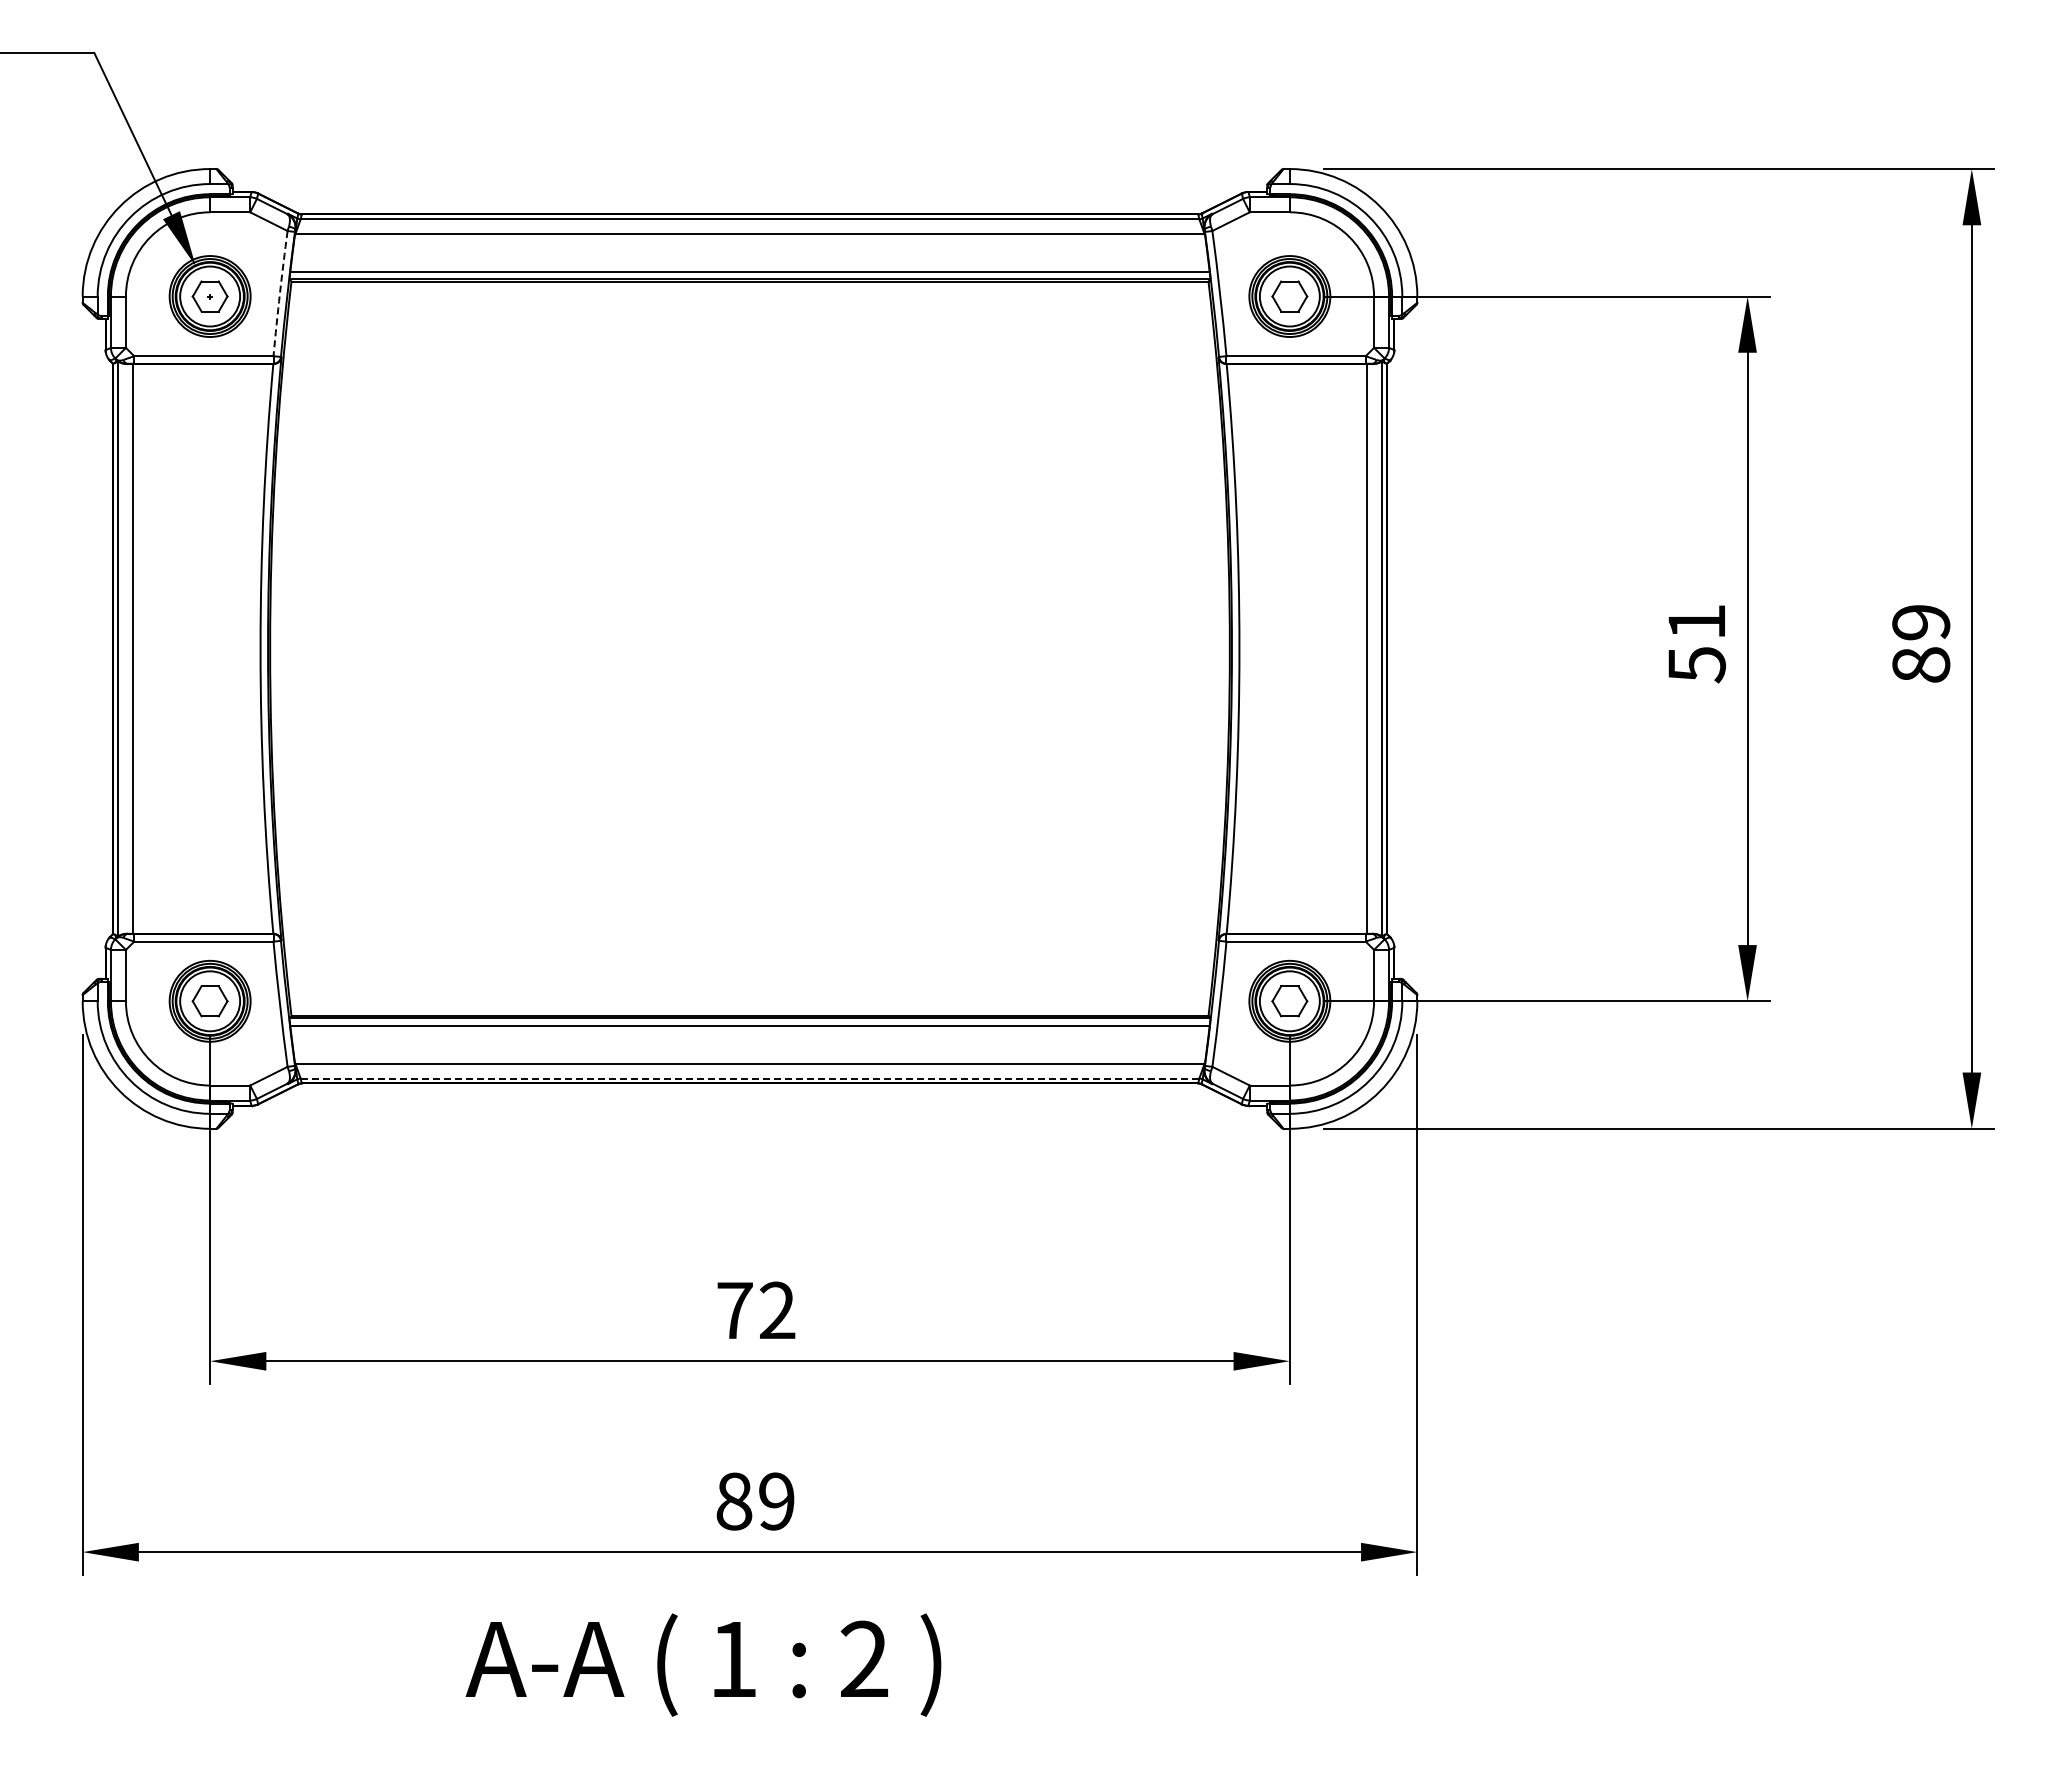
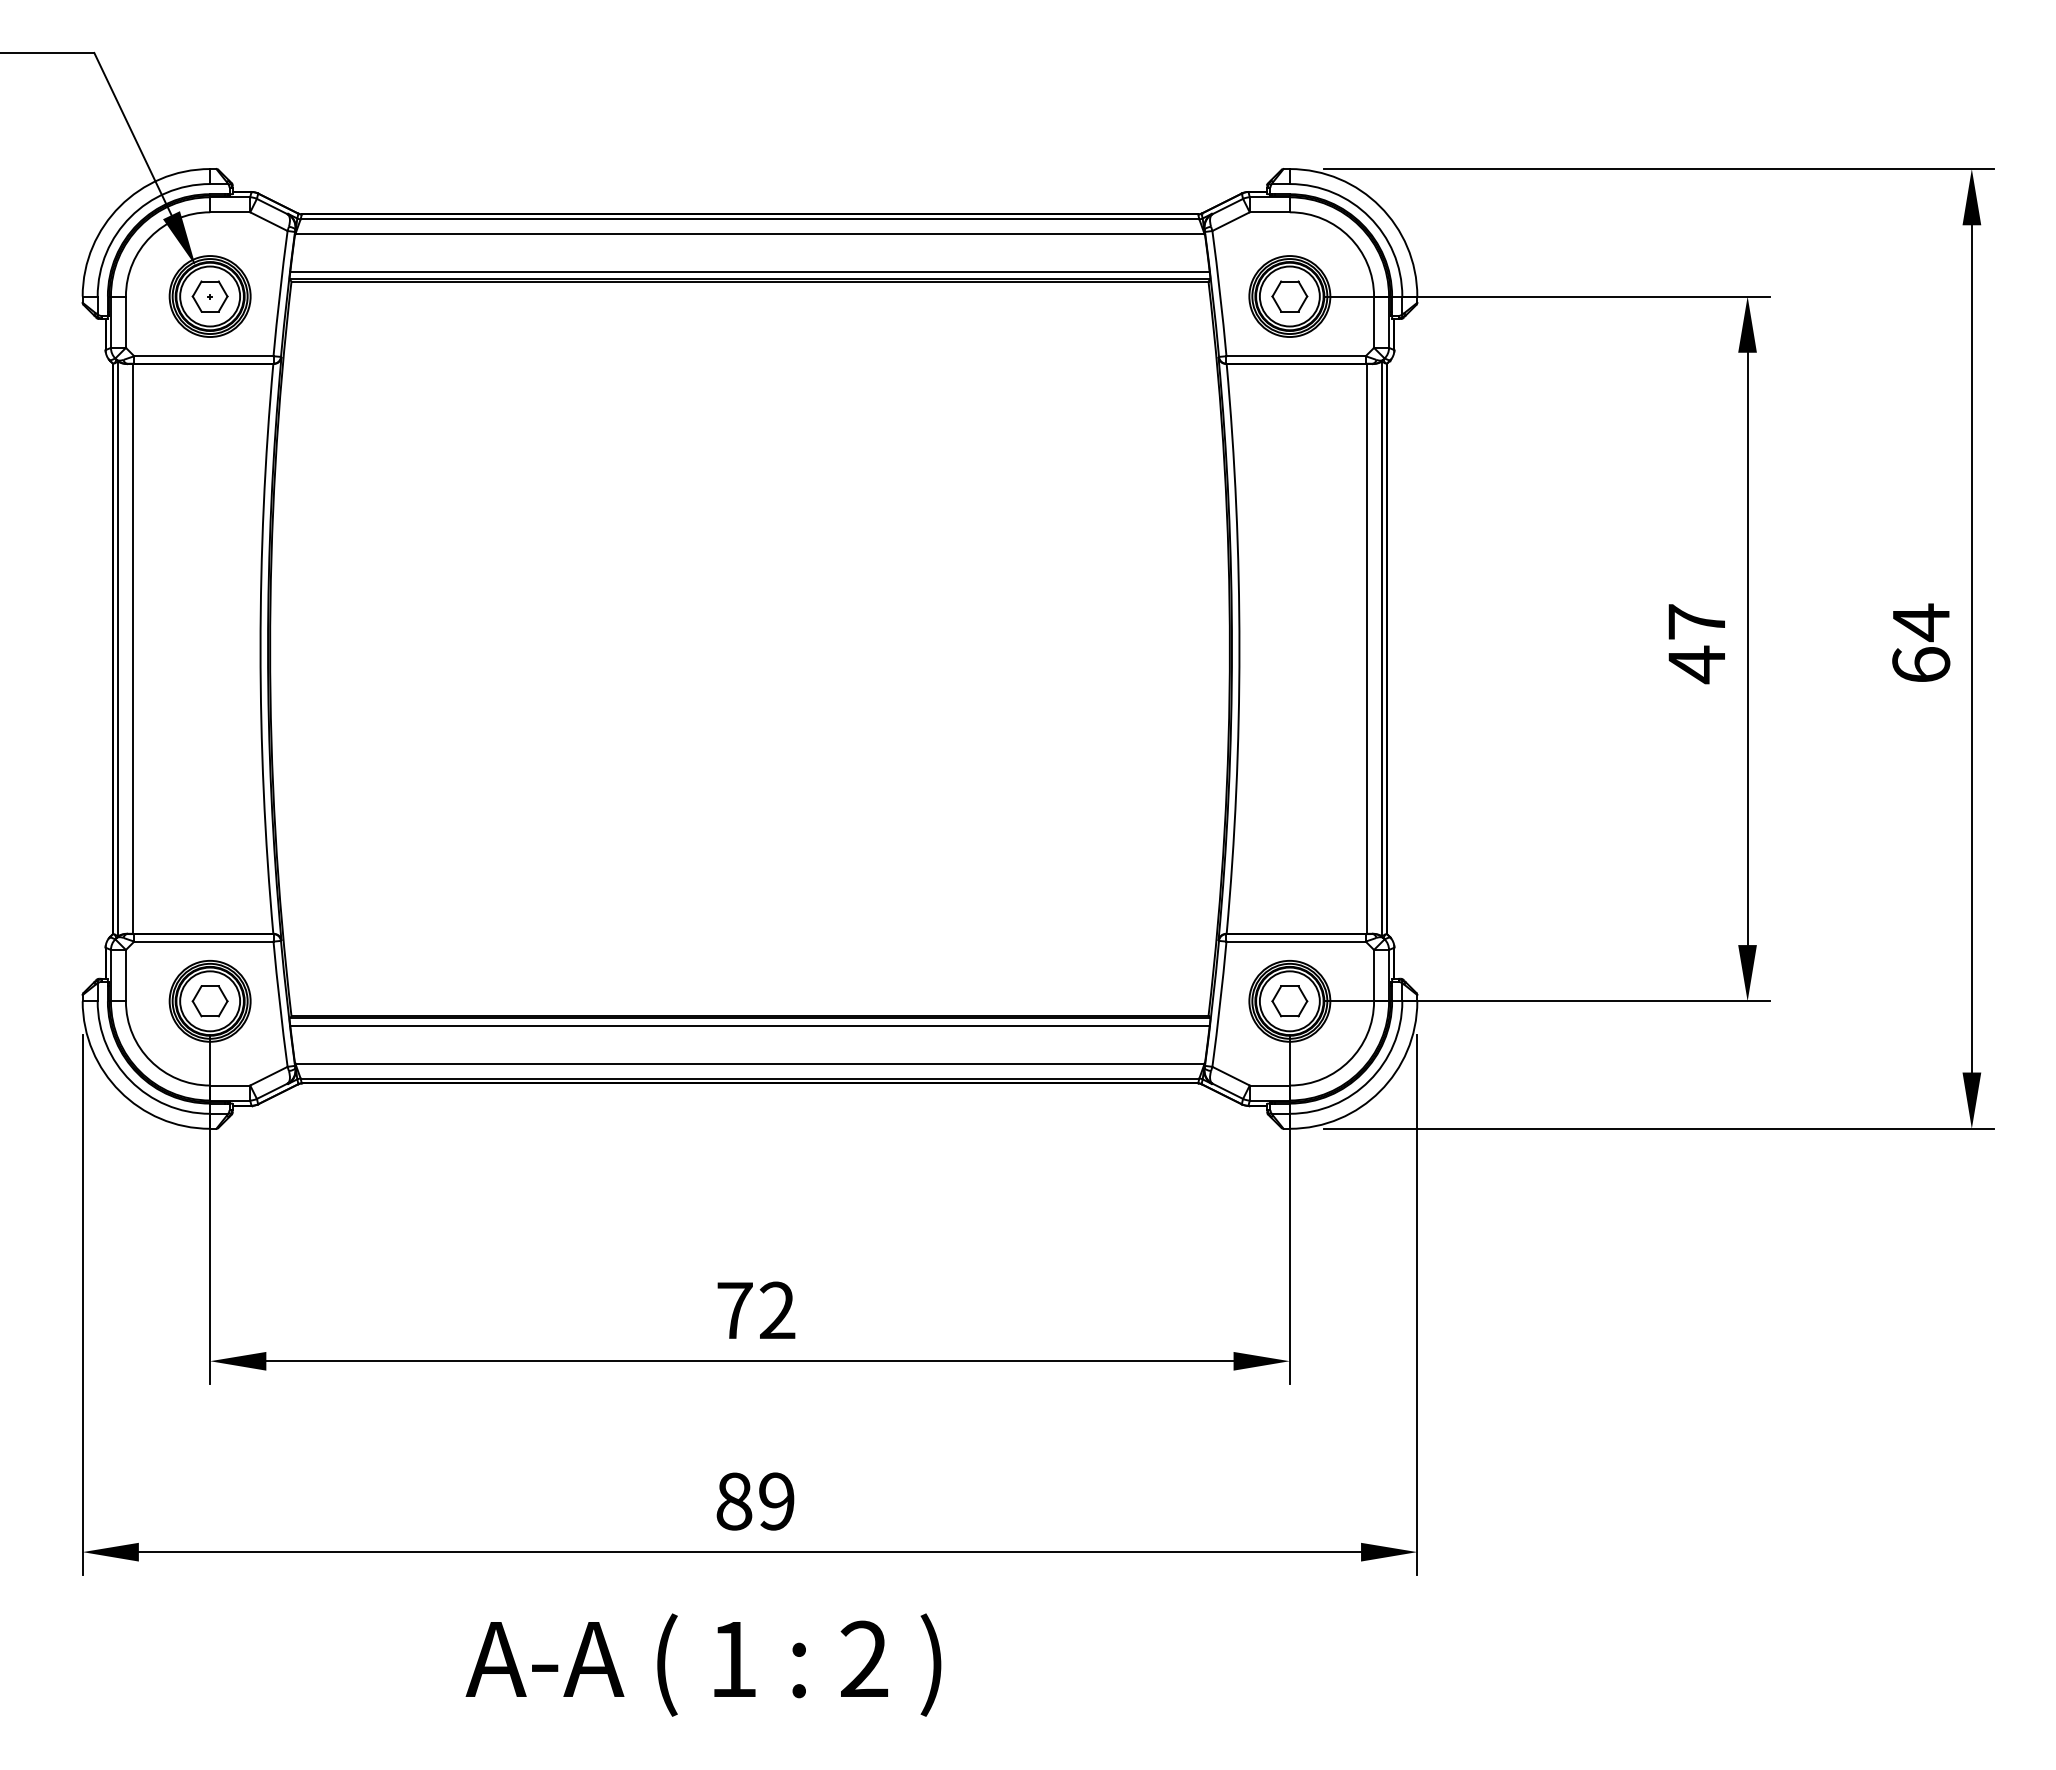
arc at (279, 293): dashed -> solid
text at (1921, 642): 89 -> 64
text at (1696, 644): 51 -> 47
line at (750, 1078): dashed -> solid
